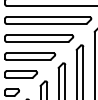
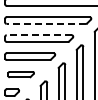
line at (46, 23): solid -> dashed
line at (39, 35): solid -> dashed
part at (21, 74) size: 35x9 px -> 28x8 px
